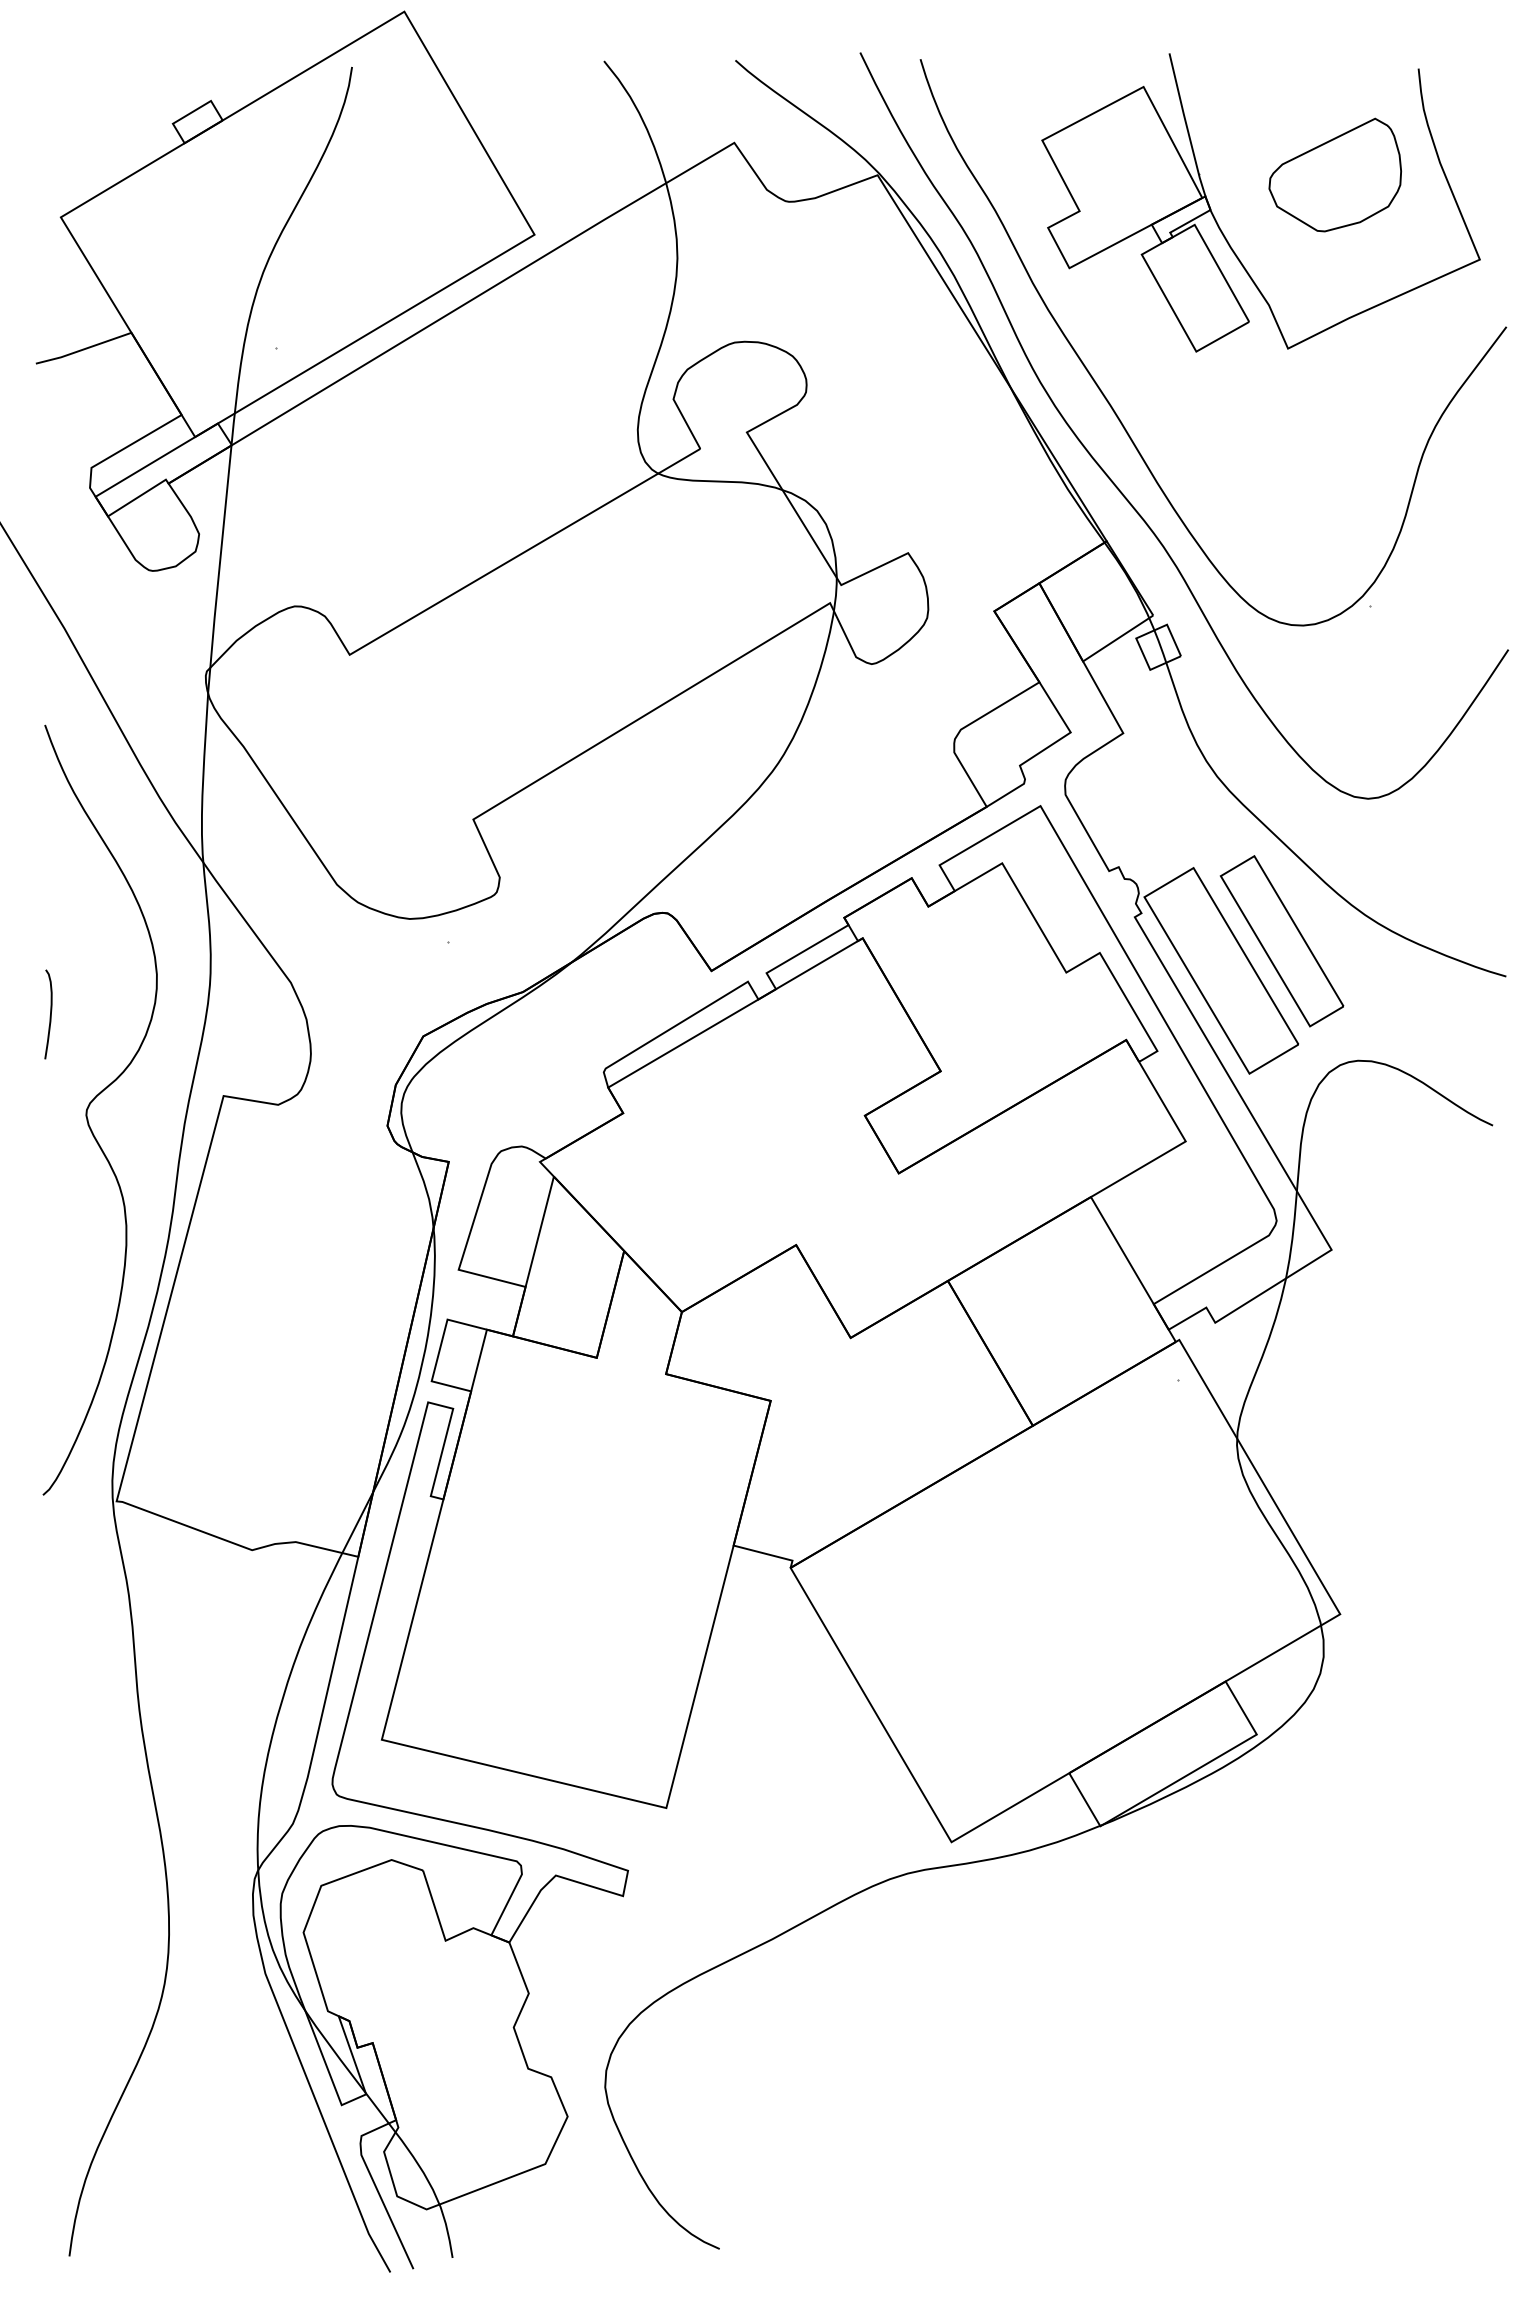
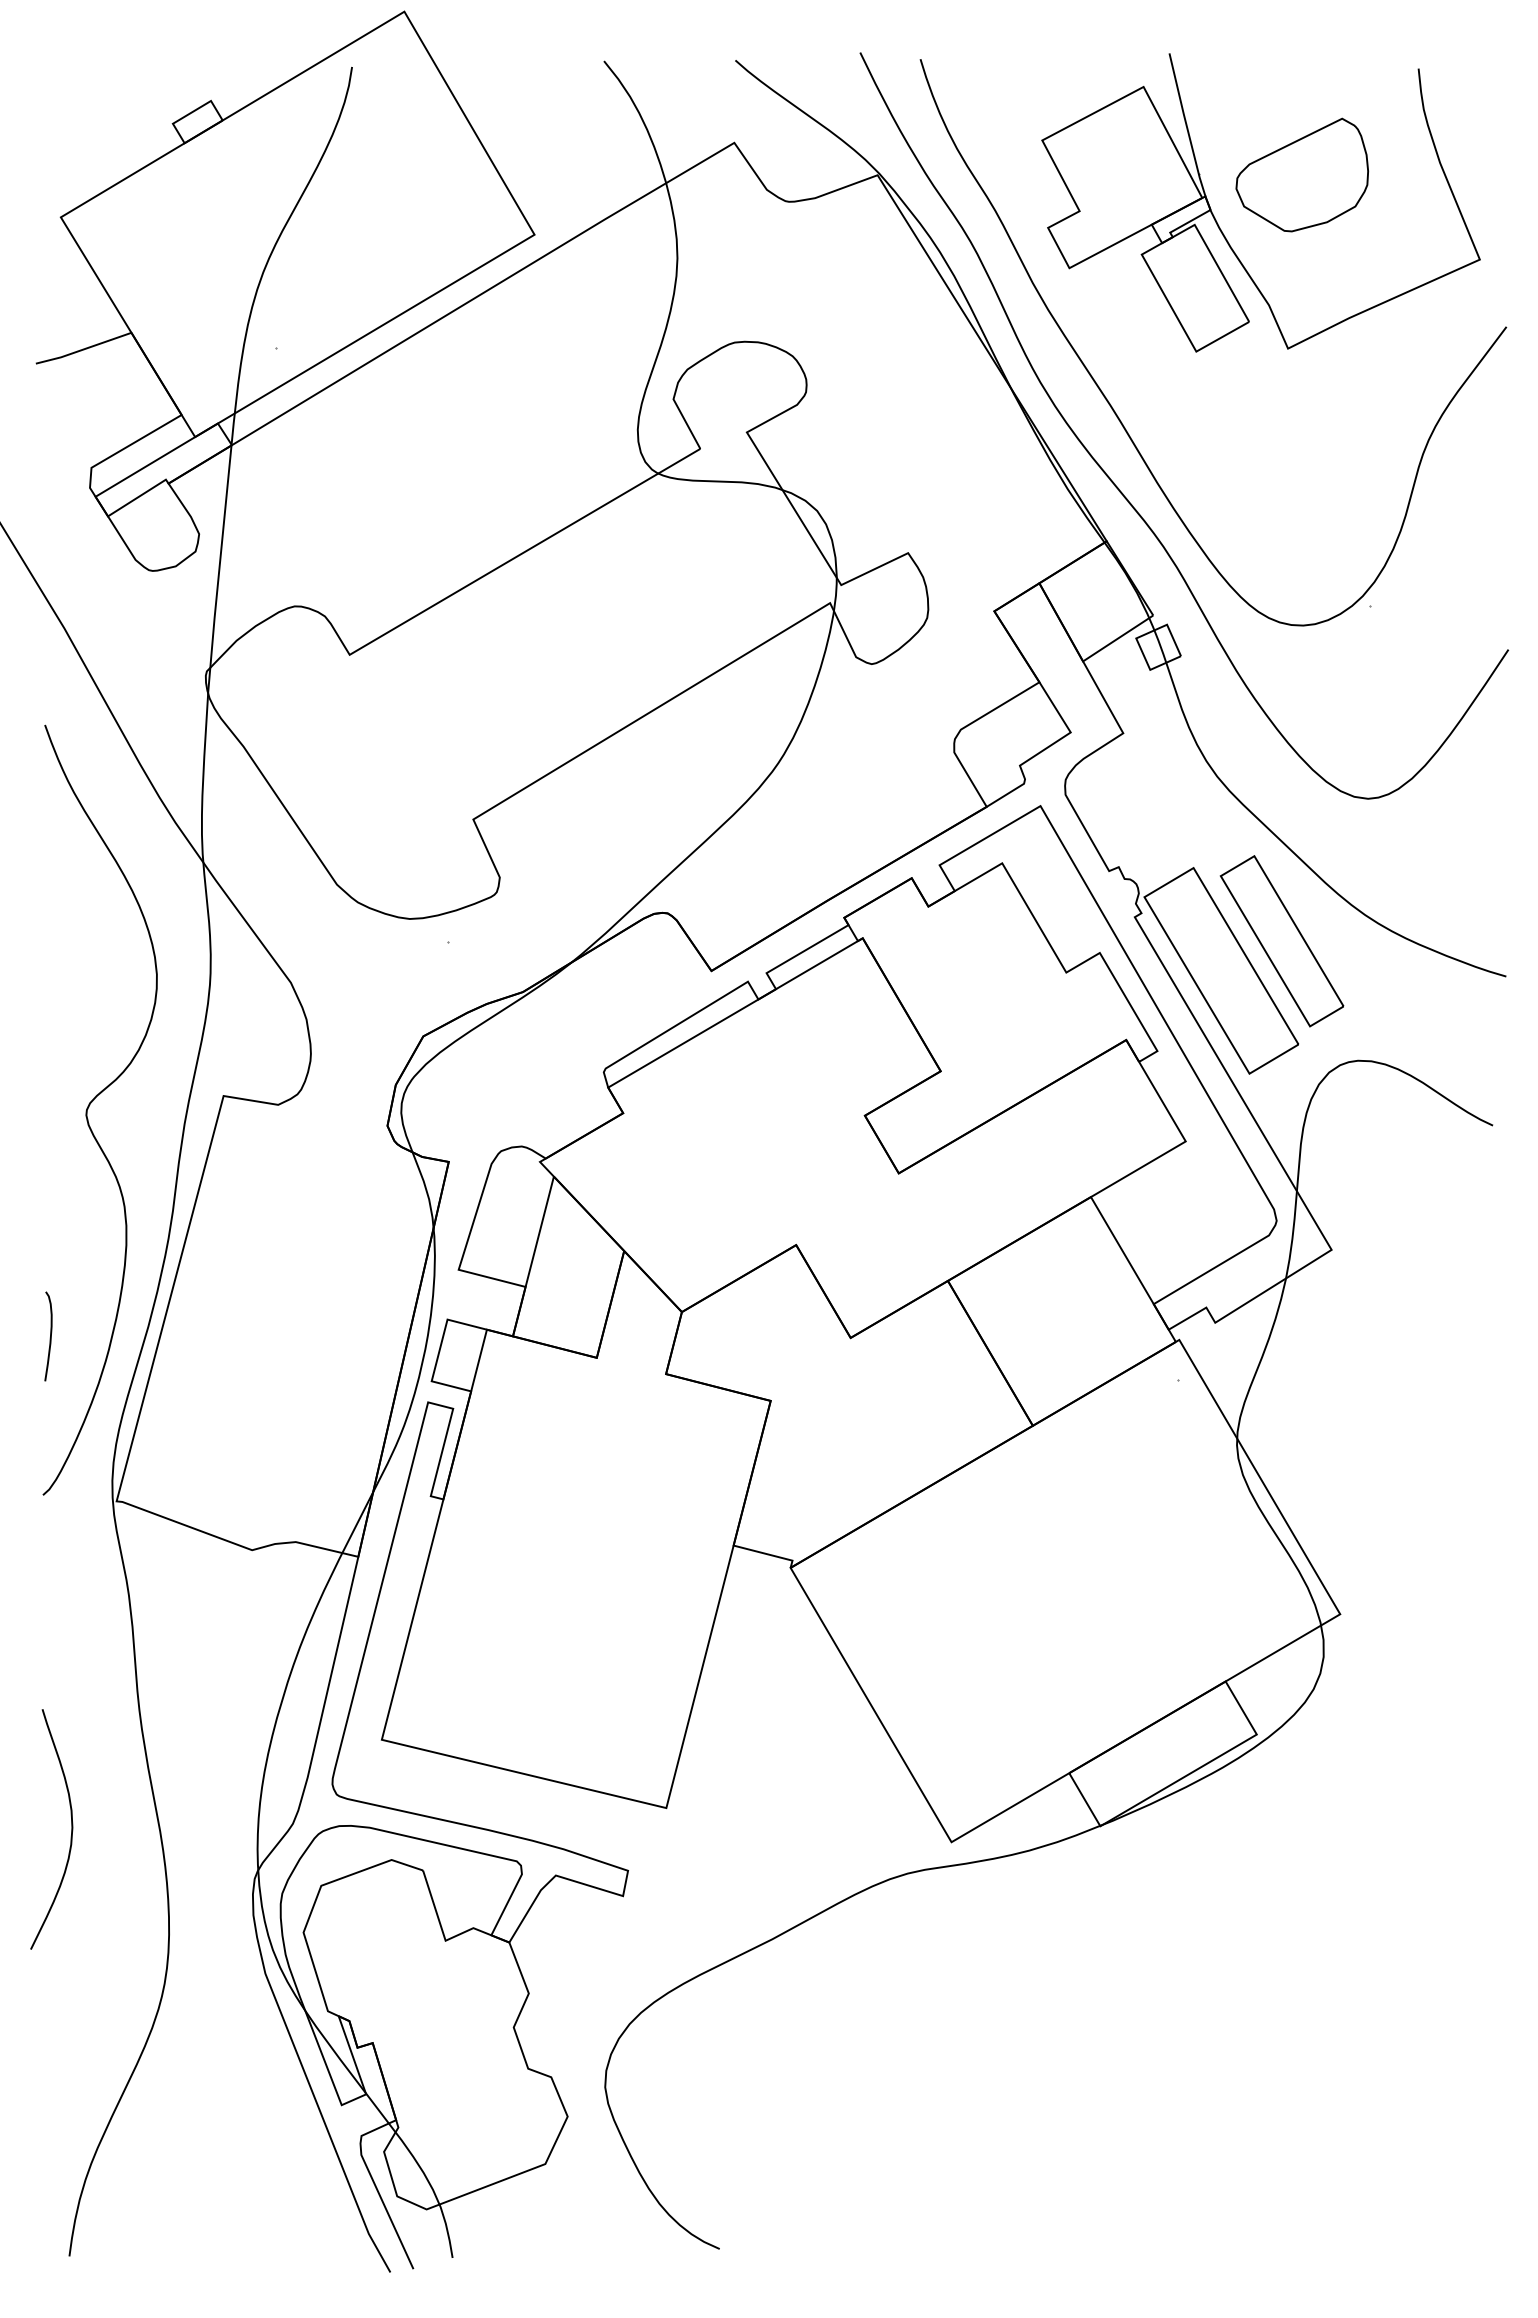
part at (1335, 174) position: (1335, 174) -> (1302, 174)
curve at (50, 1014) position: (50, 1014) -> (50, 1336)
curve at (71, 1829): none -> present
